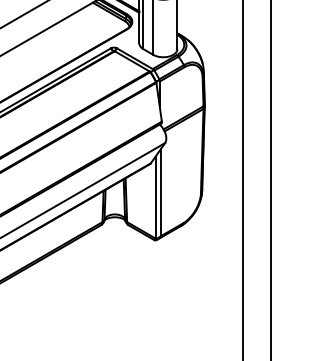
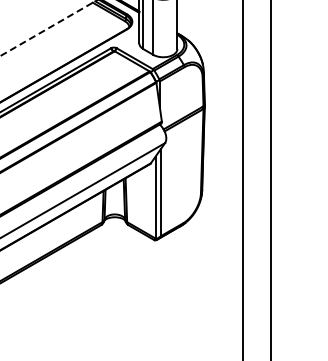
line at (23, 14): present -> none
line at (48, 28): solid -> dashed
